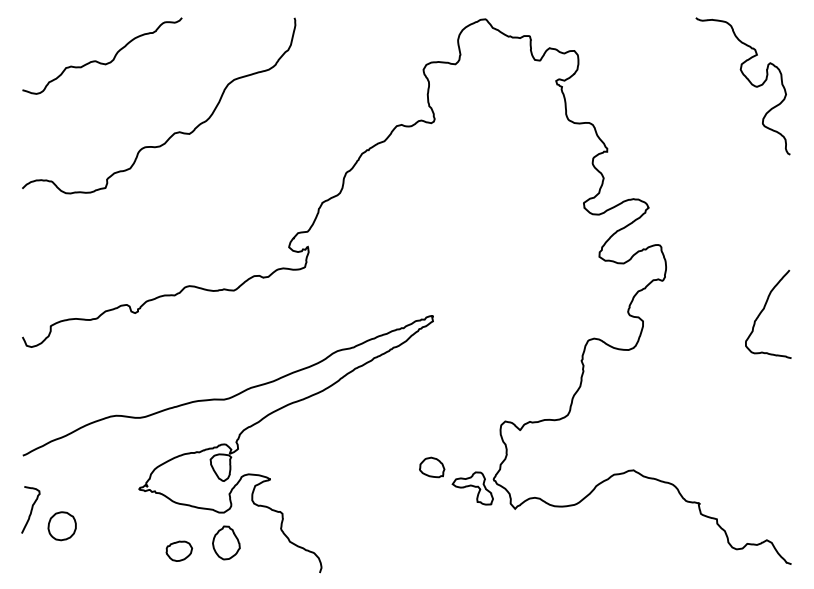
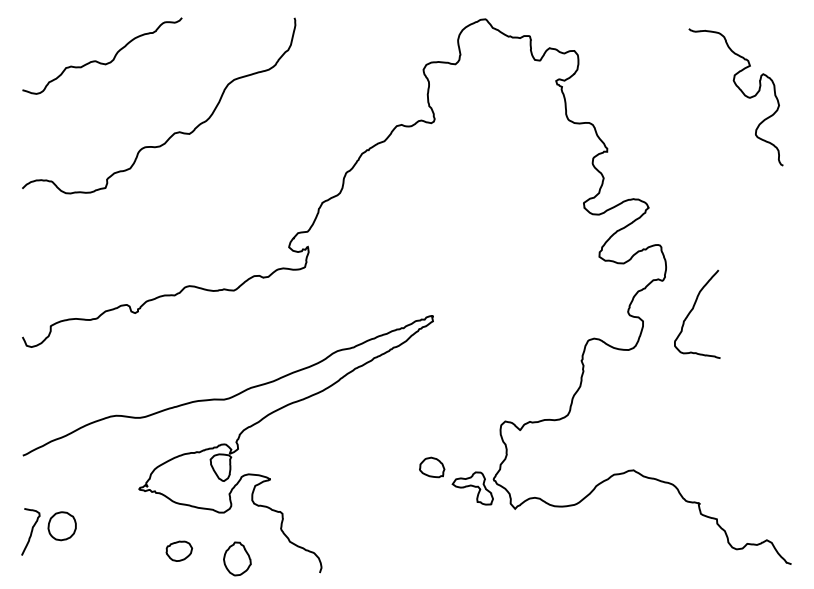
curve at (747, 80) position: (747, 80) -> (740, 91)
curve at (764, 309) position: (764, 309) -> (693, 309)
curve at (31, 509) position: (31, 509) -> (31, 531)
part at (226, 542) position: (226, 542) -> (237, 558)
